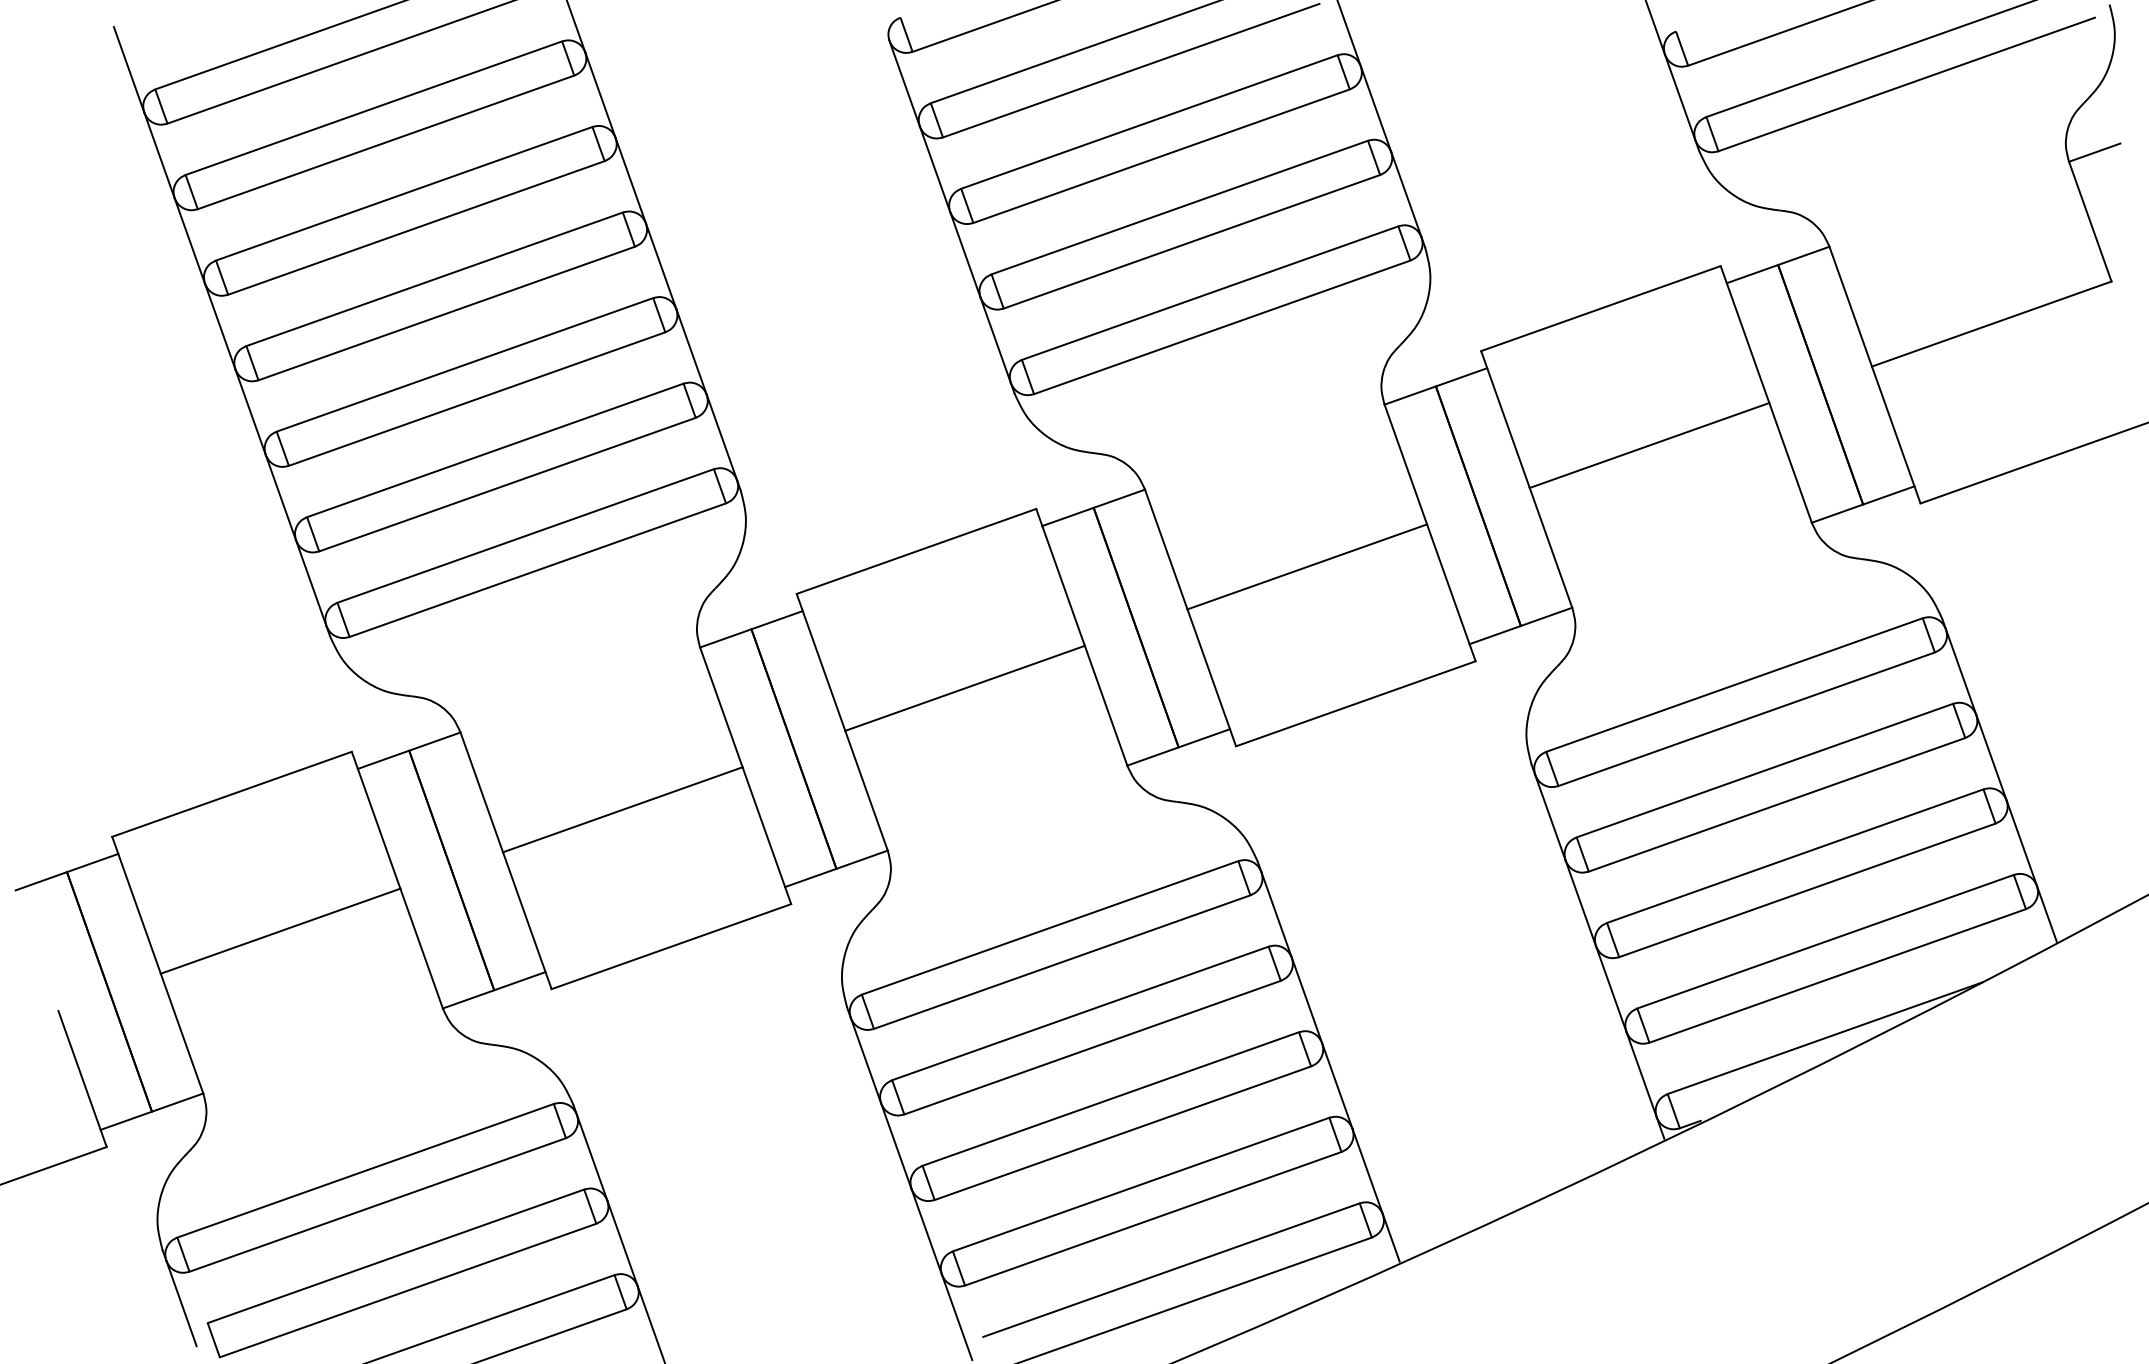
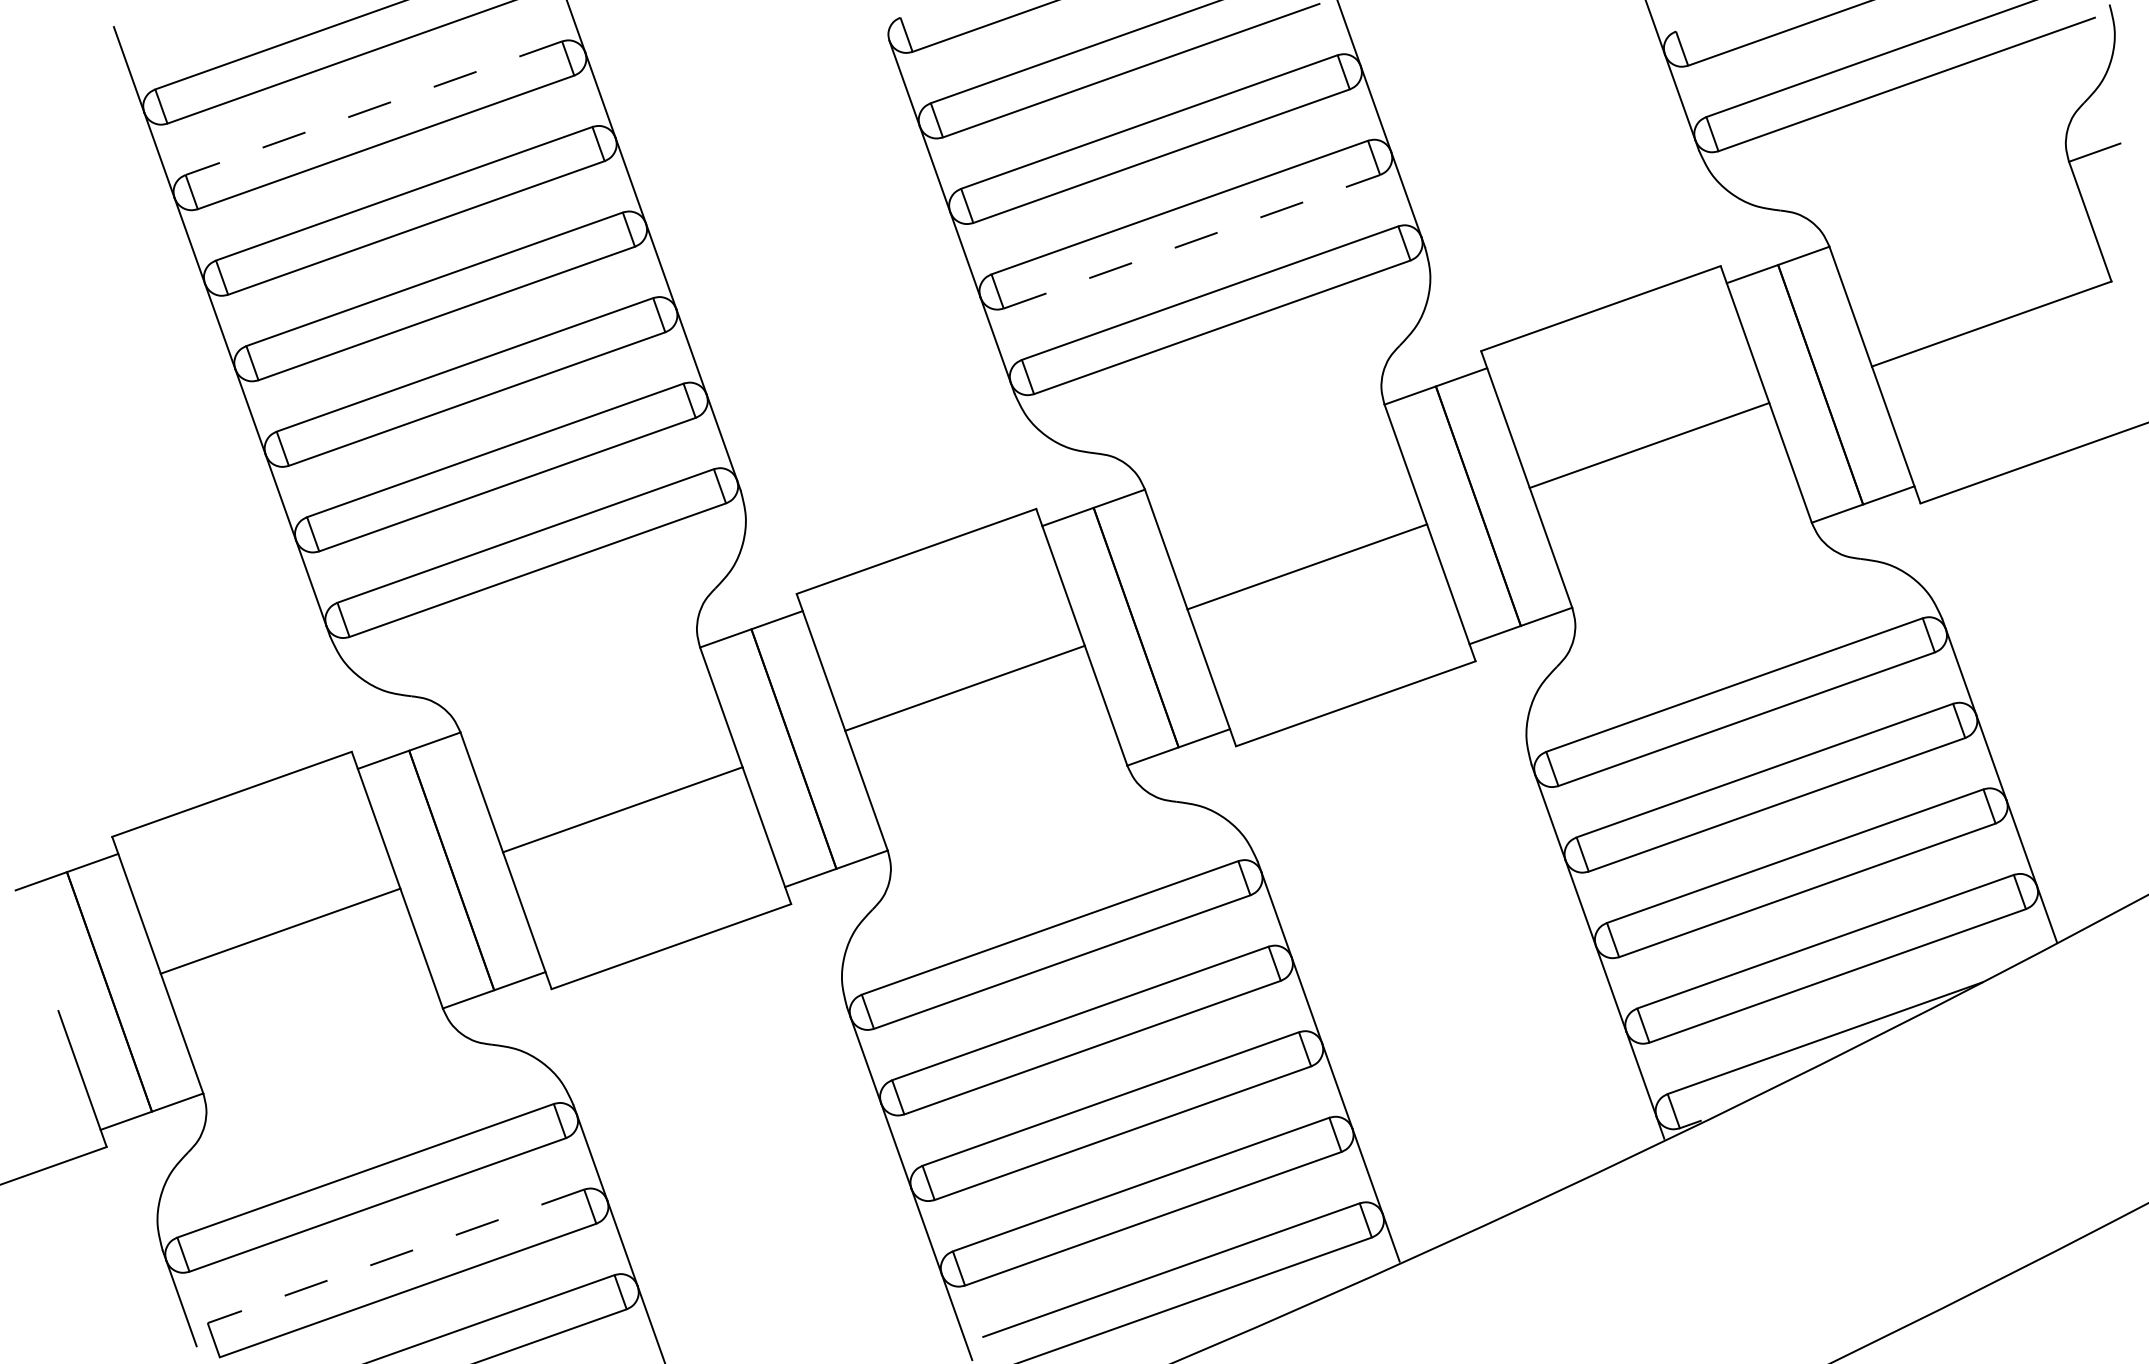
line at (373, 108): solid -> dashed
line at (1191, 241): solid -> dashed
line at (395, 1256): solid -> dashed
